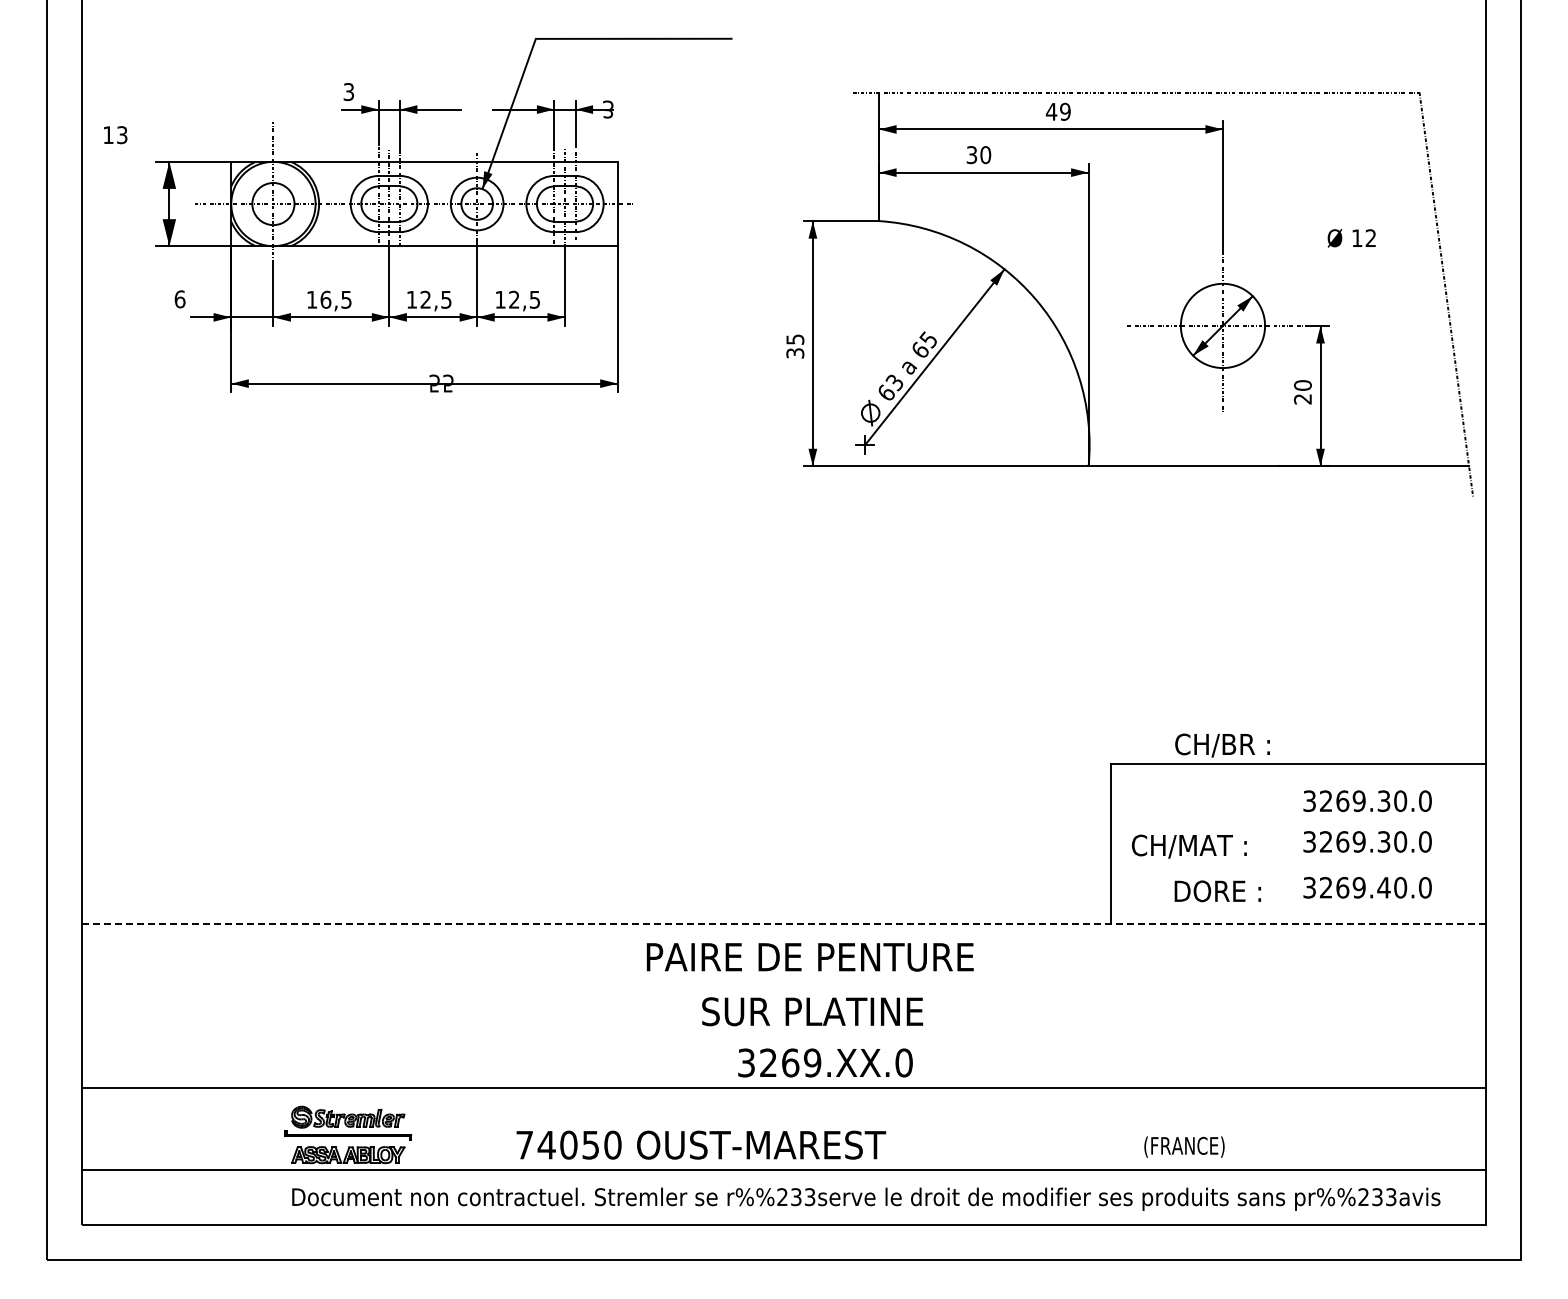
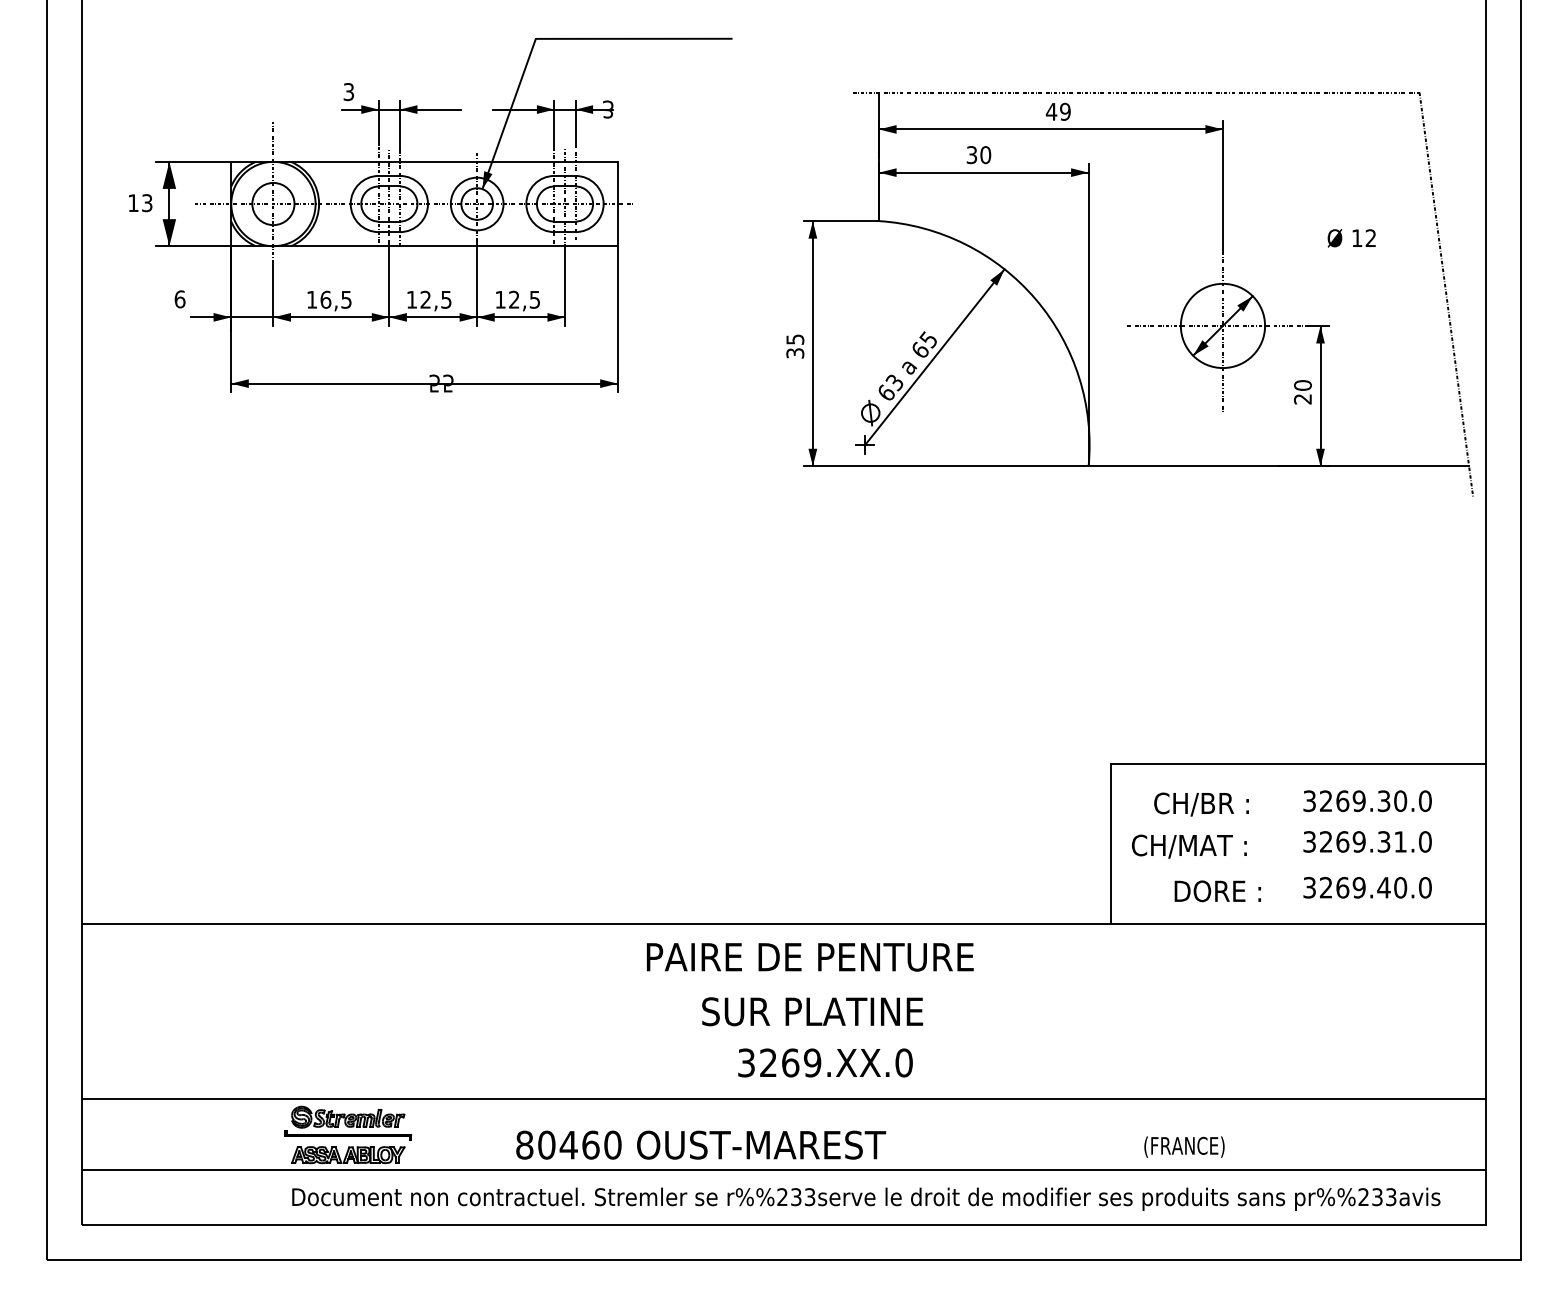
text at (115, 135) position: (115, 135) -> (140, 203)
text at (1222, 745) position: (1222, 745) -> (1201, 804)
text at (1400, 841): 3269.30.0 -> 3269.31.0
line at (783, 923): dashed -> solid
line at (783, 1088) position: (783, 1088) -> (783, 1099)
text at (557, 1144): 74050 -> 80460
